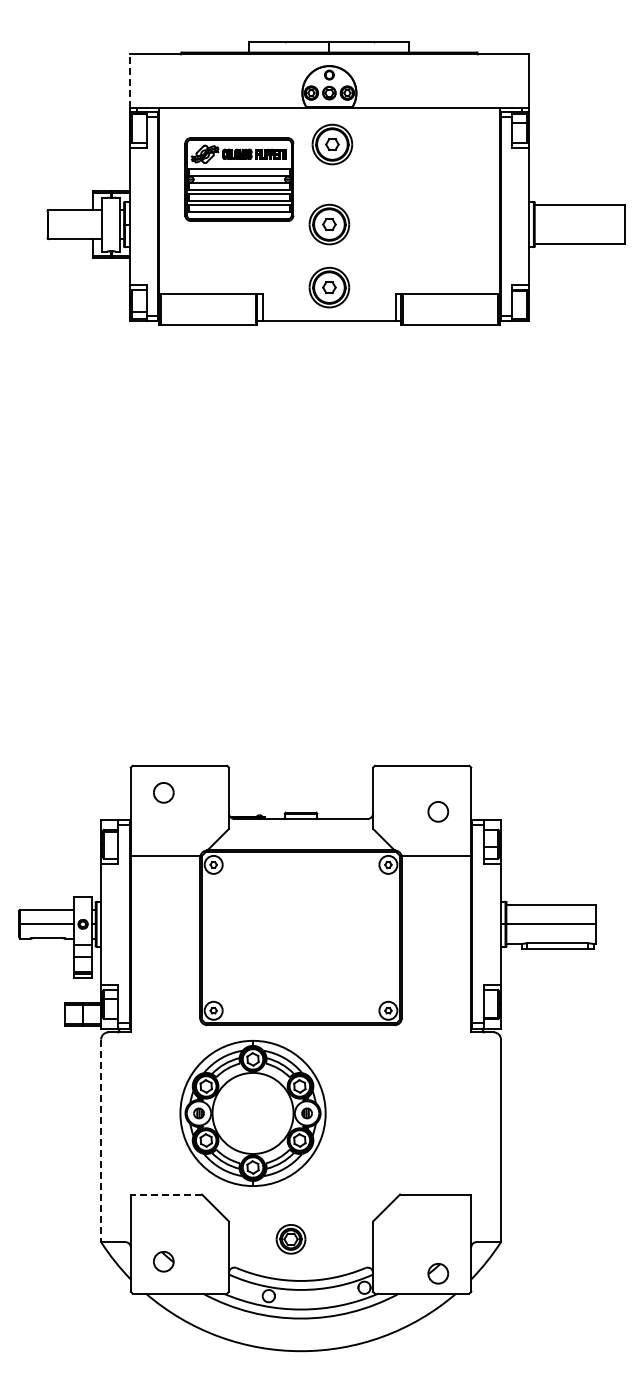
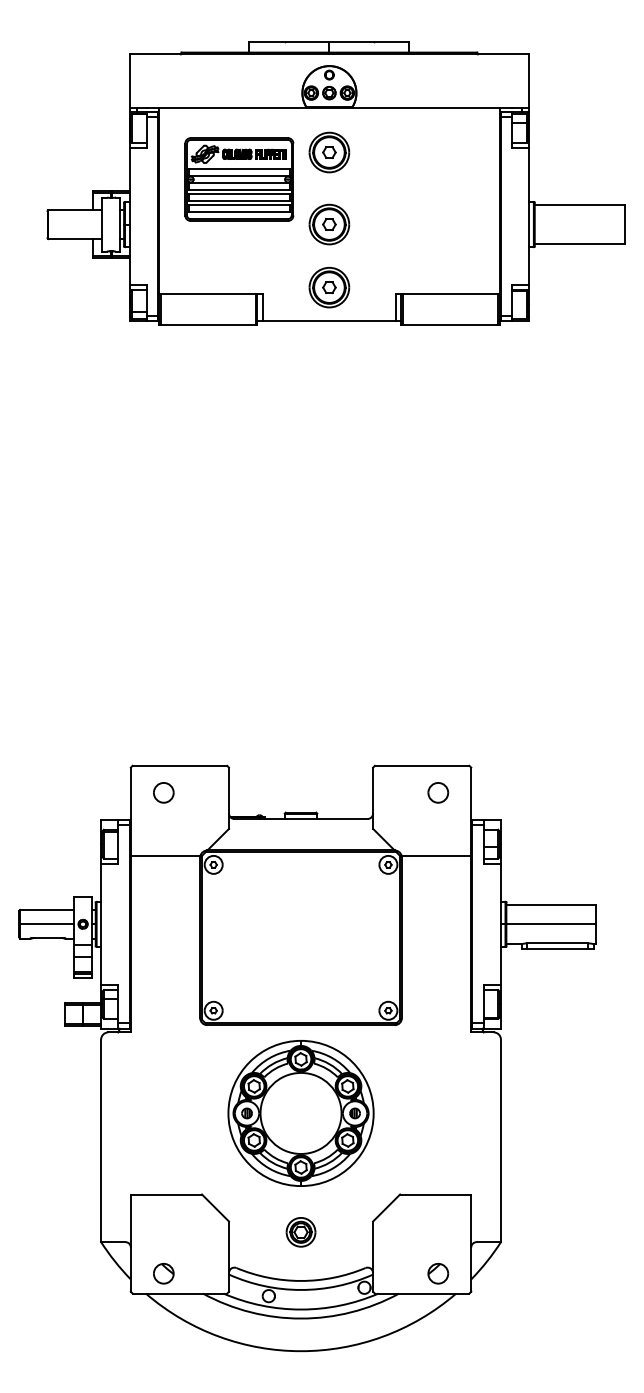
line at (129, 80): dashed -> solid
part at (332, 144) position: (332, 144) -> (329, 152)
part at (438, 811) position: (438, 811) -> (438, 792)
part at (252, 1113) position: (252, 1113) -> (300, 1113)
line at (101, 1141): dashed -> solid
line at (166, 1194): dashed -> solid
part at (290, 1239) position: (290, 1239) -> (300, 1232)
part at (163, 1261) position: (163, 1261) -> (163, 1273)
